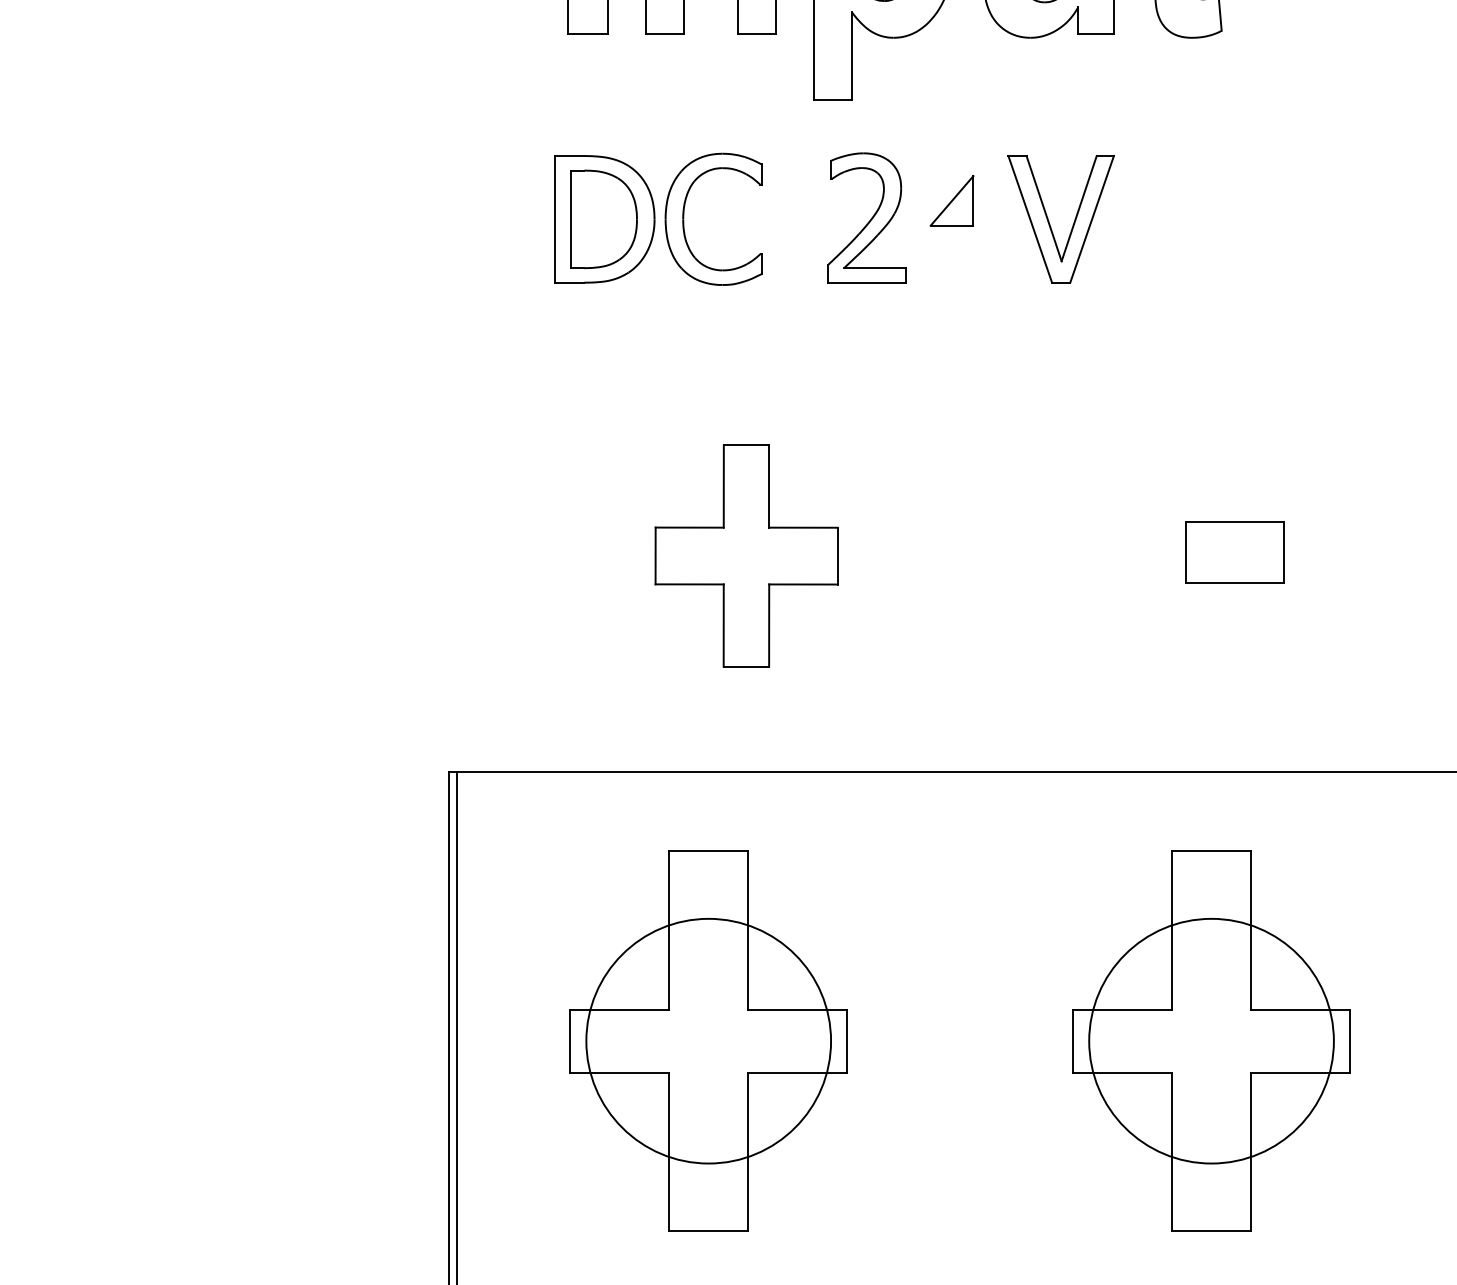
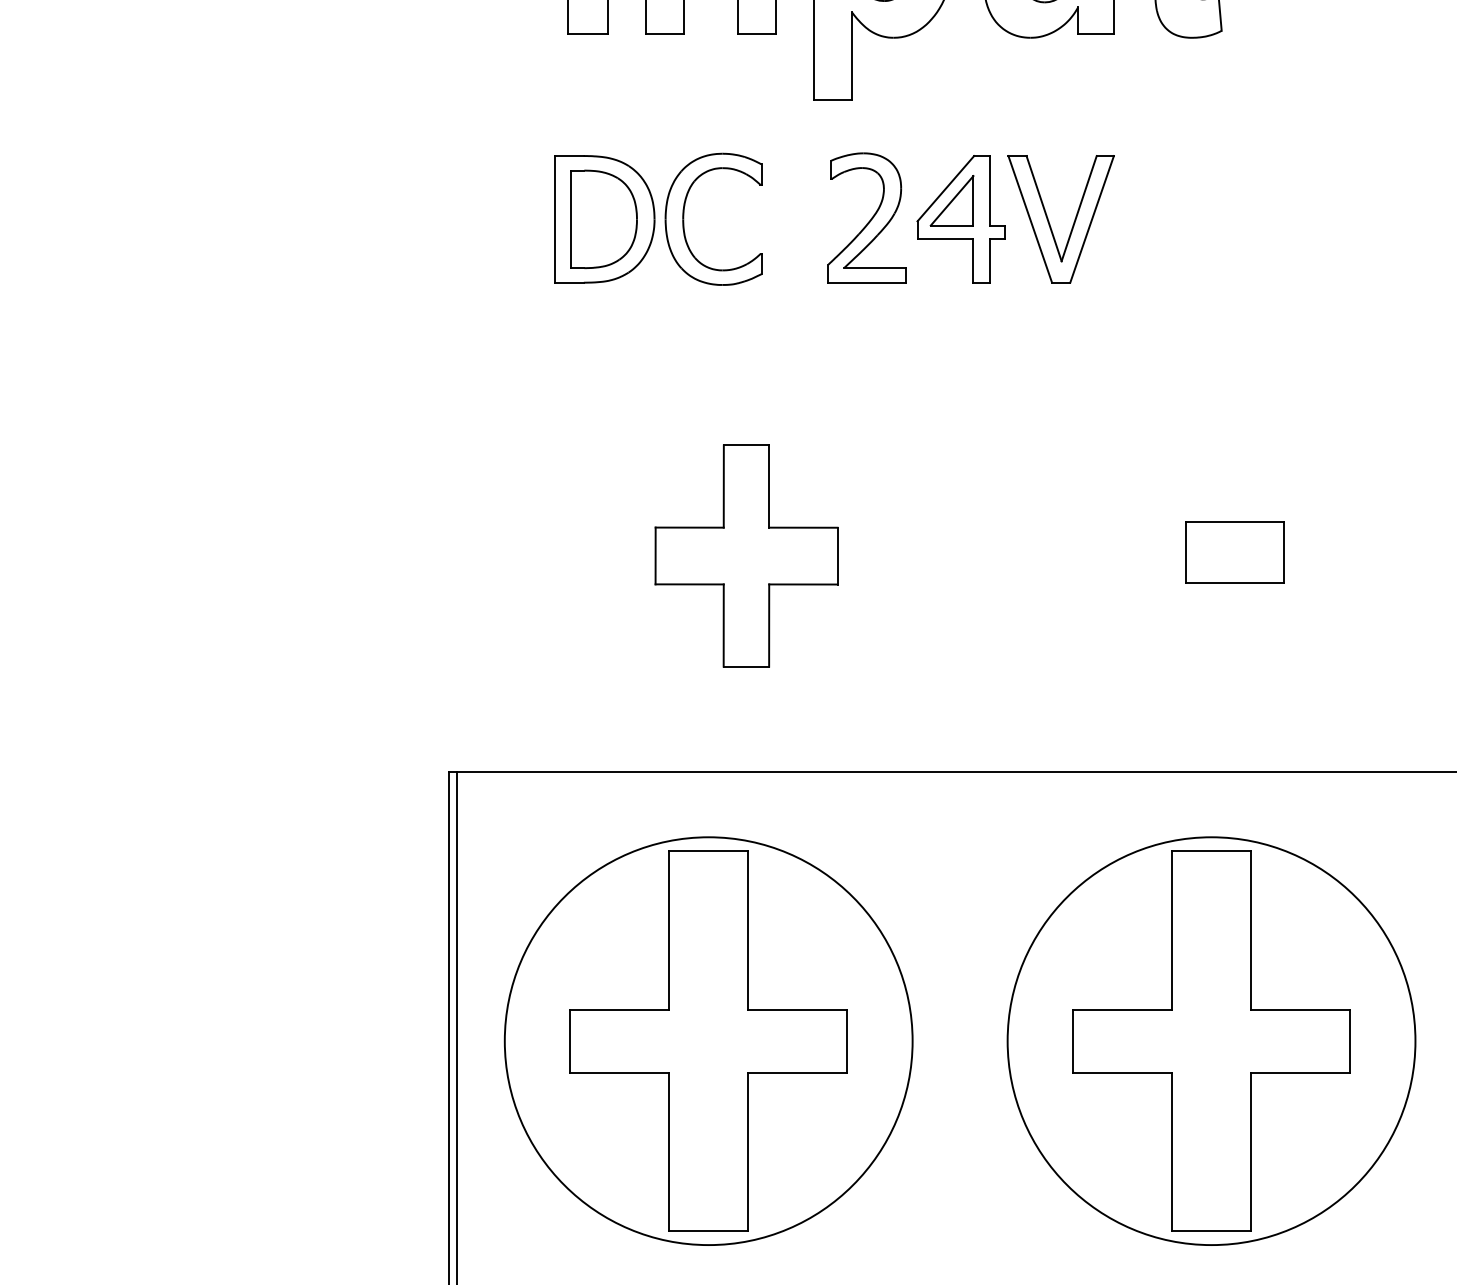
part at (960, 219): none -> present
circle at (708, 1040) diameter: 245 px -> 408 px
circle at (1211, 1040) diameter: 245 px -> 408 px
